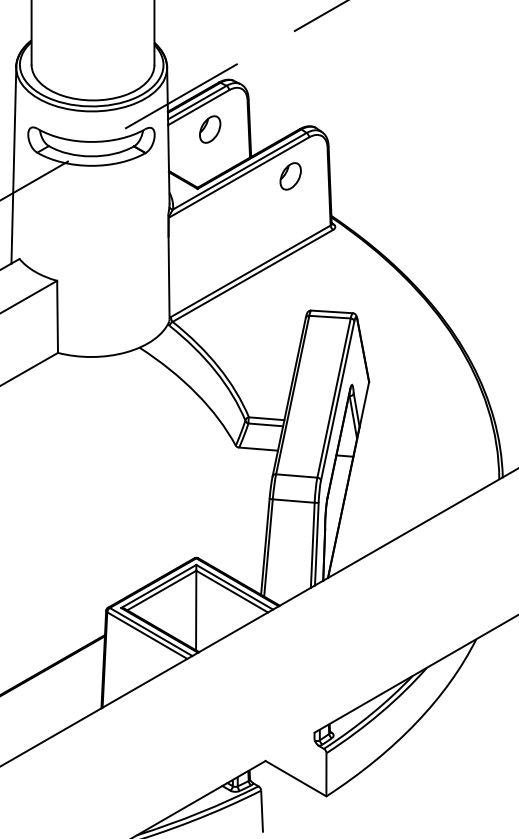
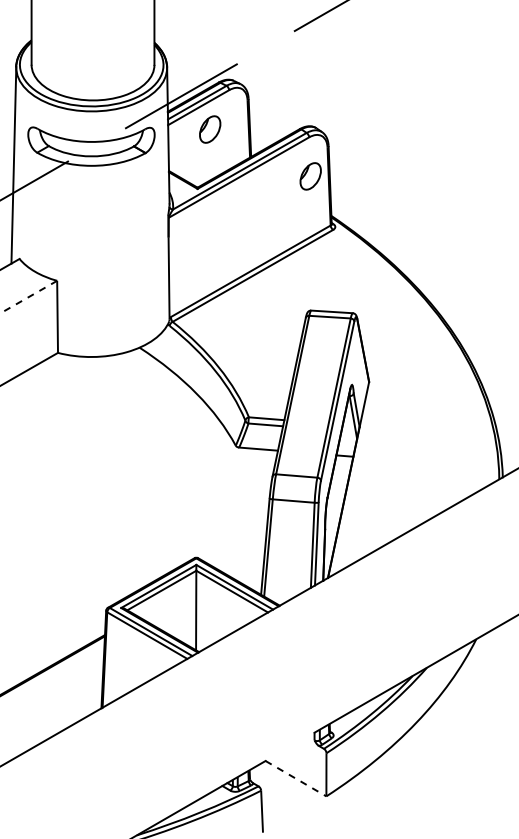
part at (290, 176) position: (290, 176) -> (310, 176)
line at (28, 297): solid -> dashed
line at (296, 778): solid -> dashed
